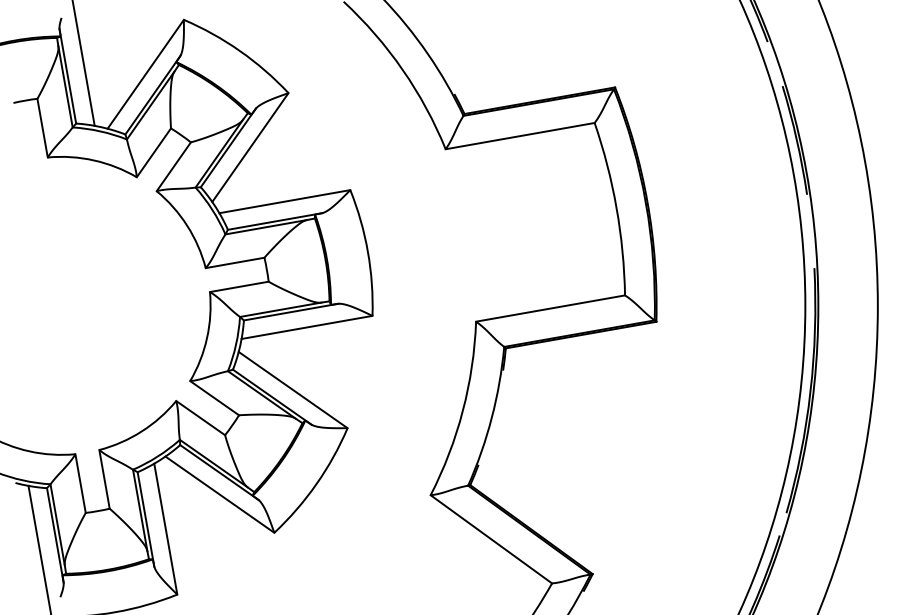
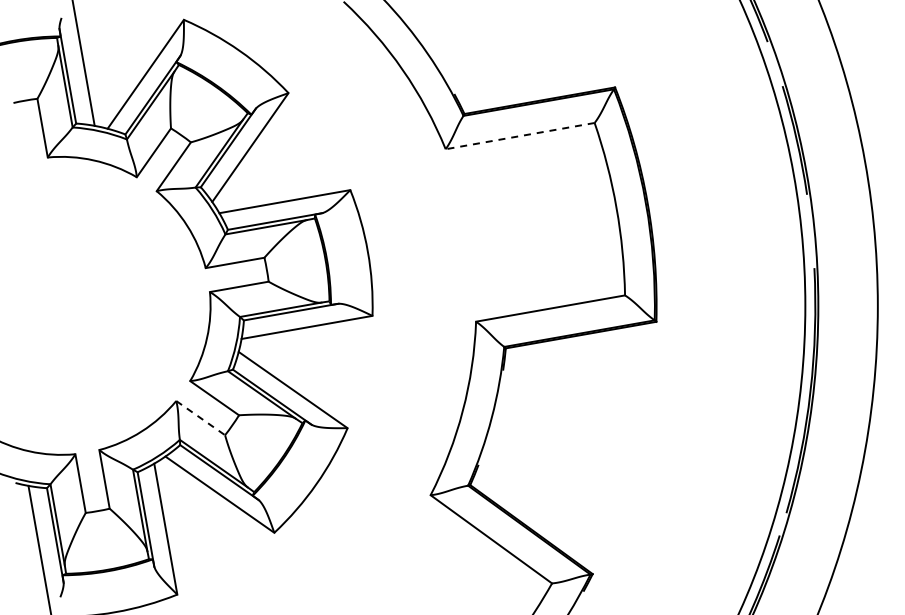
line at (520, 136): solid -> dashed
line at (200, 418): solid -> dashed
